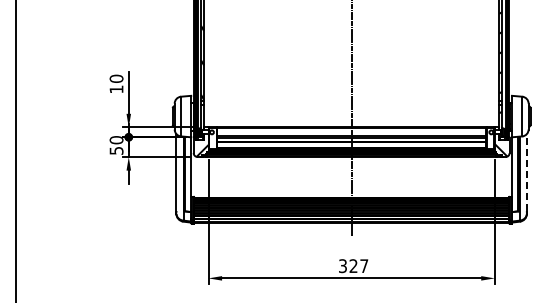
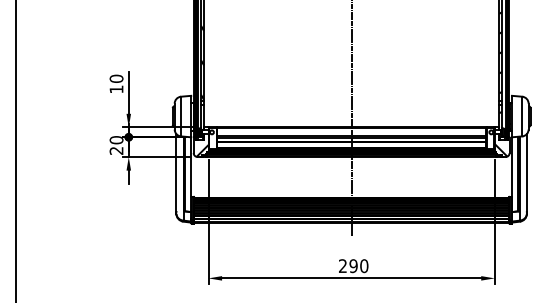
text at (116, 150): 50 -> 20
line at (526, 172): dashed -> solid
text at (353, 266): 327 -> 290
